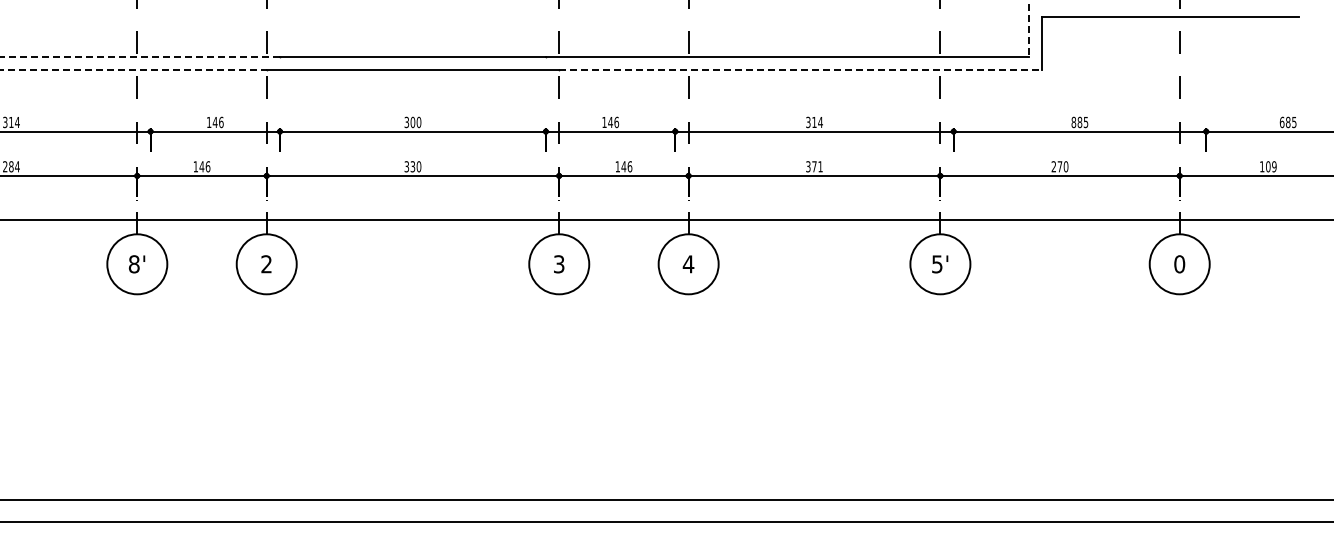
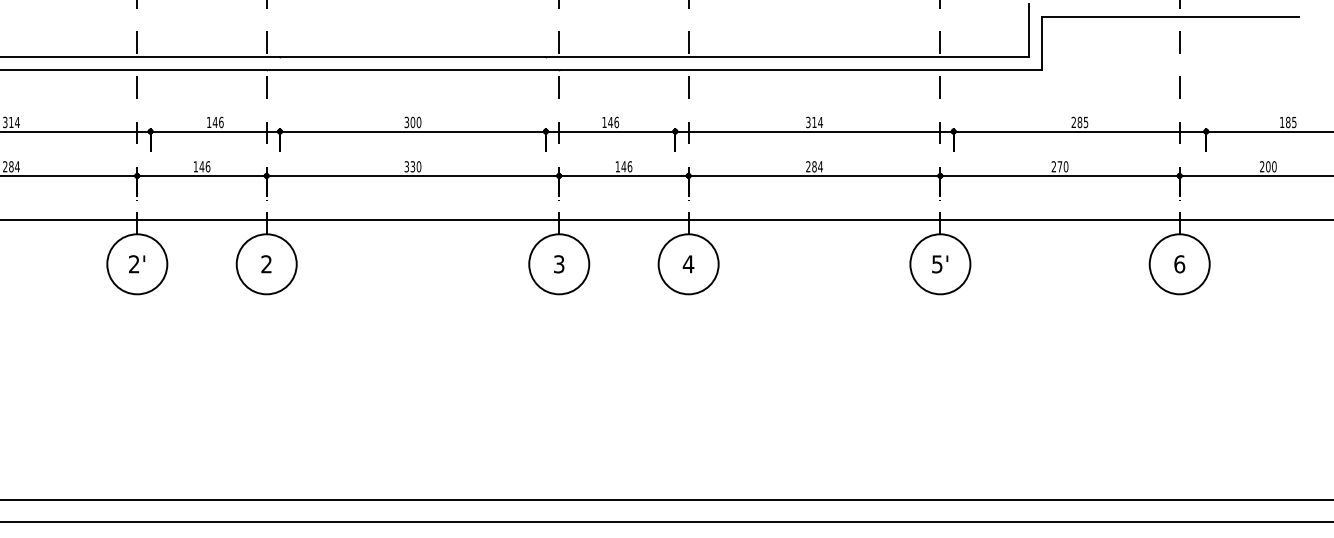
line at (1029, 30): dashed -> solid
line at (140, 57): dashed -> solid
line at (133, 70): dashed -> solid
line at (800, 70): dashed -> solid
text at (1073, 122): 885 -> 285
text at (1281, 122): 685 -> 185
text at (814, 166): 371 -> 284
text at (1268, 166): 109 -> 200
text at (133, 264): 8' -> 2'
text at (1179, 264): 0 -> 6
